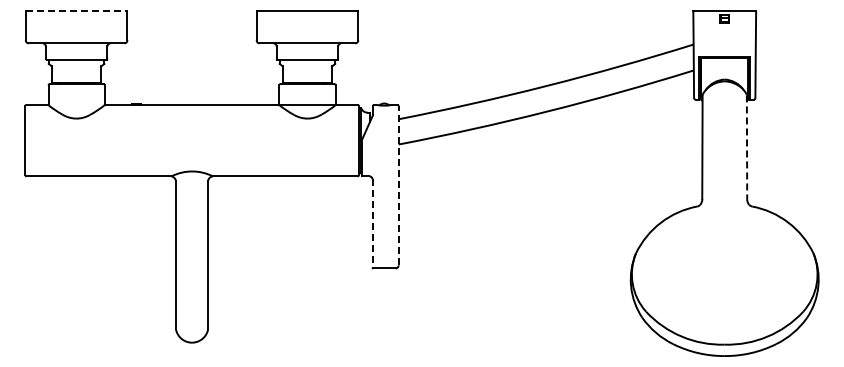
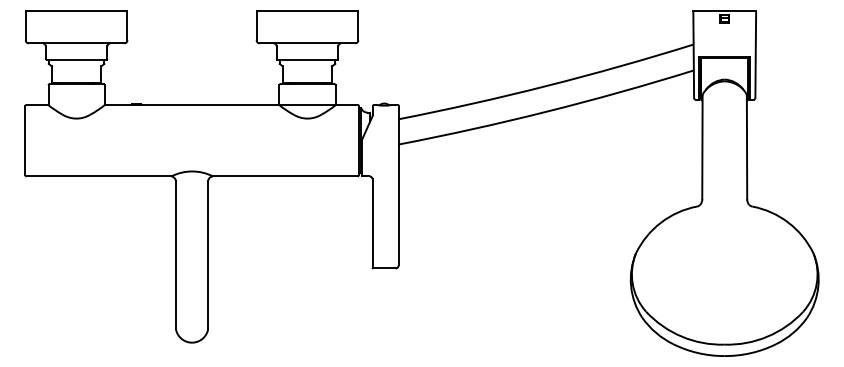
line at (76, 11): dashed -> solid
line at (747, 147): dashed -> solid
line at (398, 185): dashed -> solid
line at (372, 223): dashed -> solid
